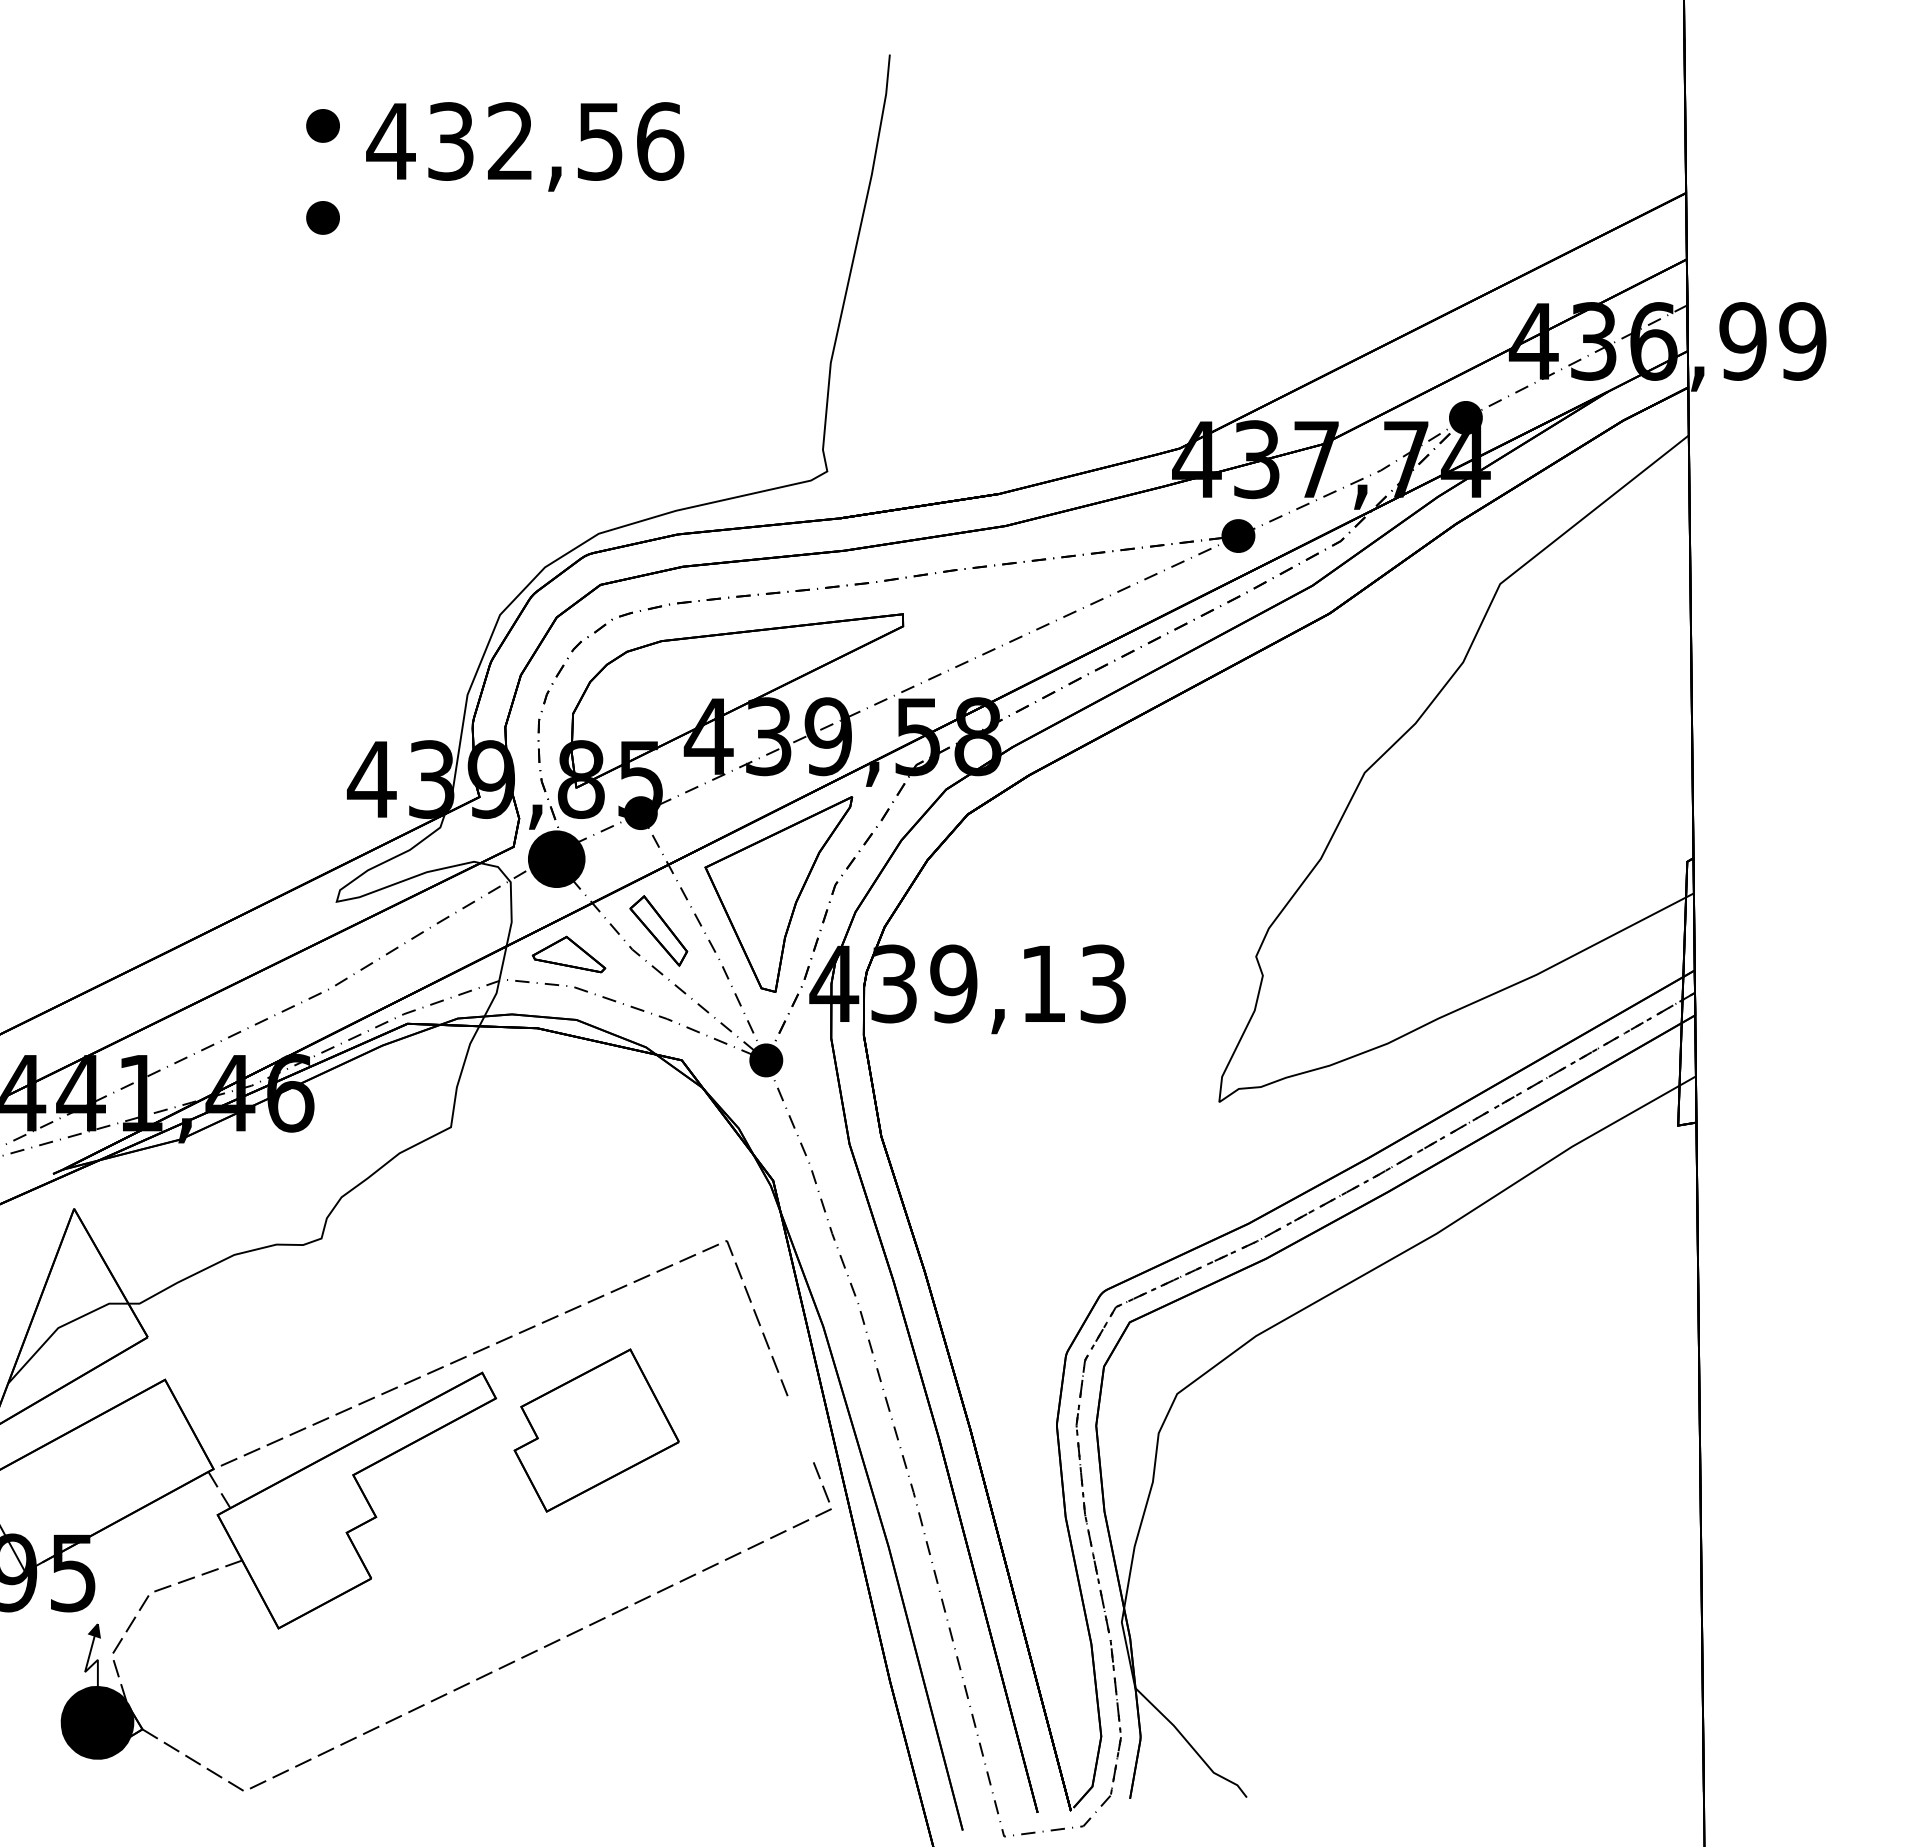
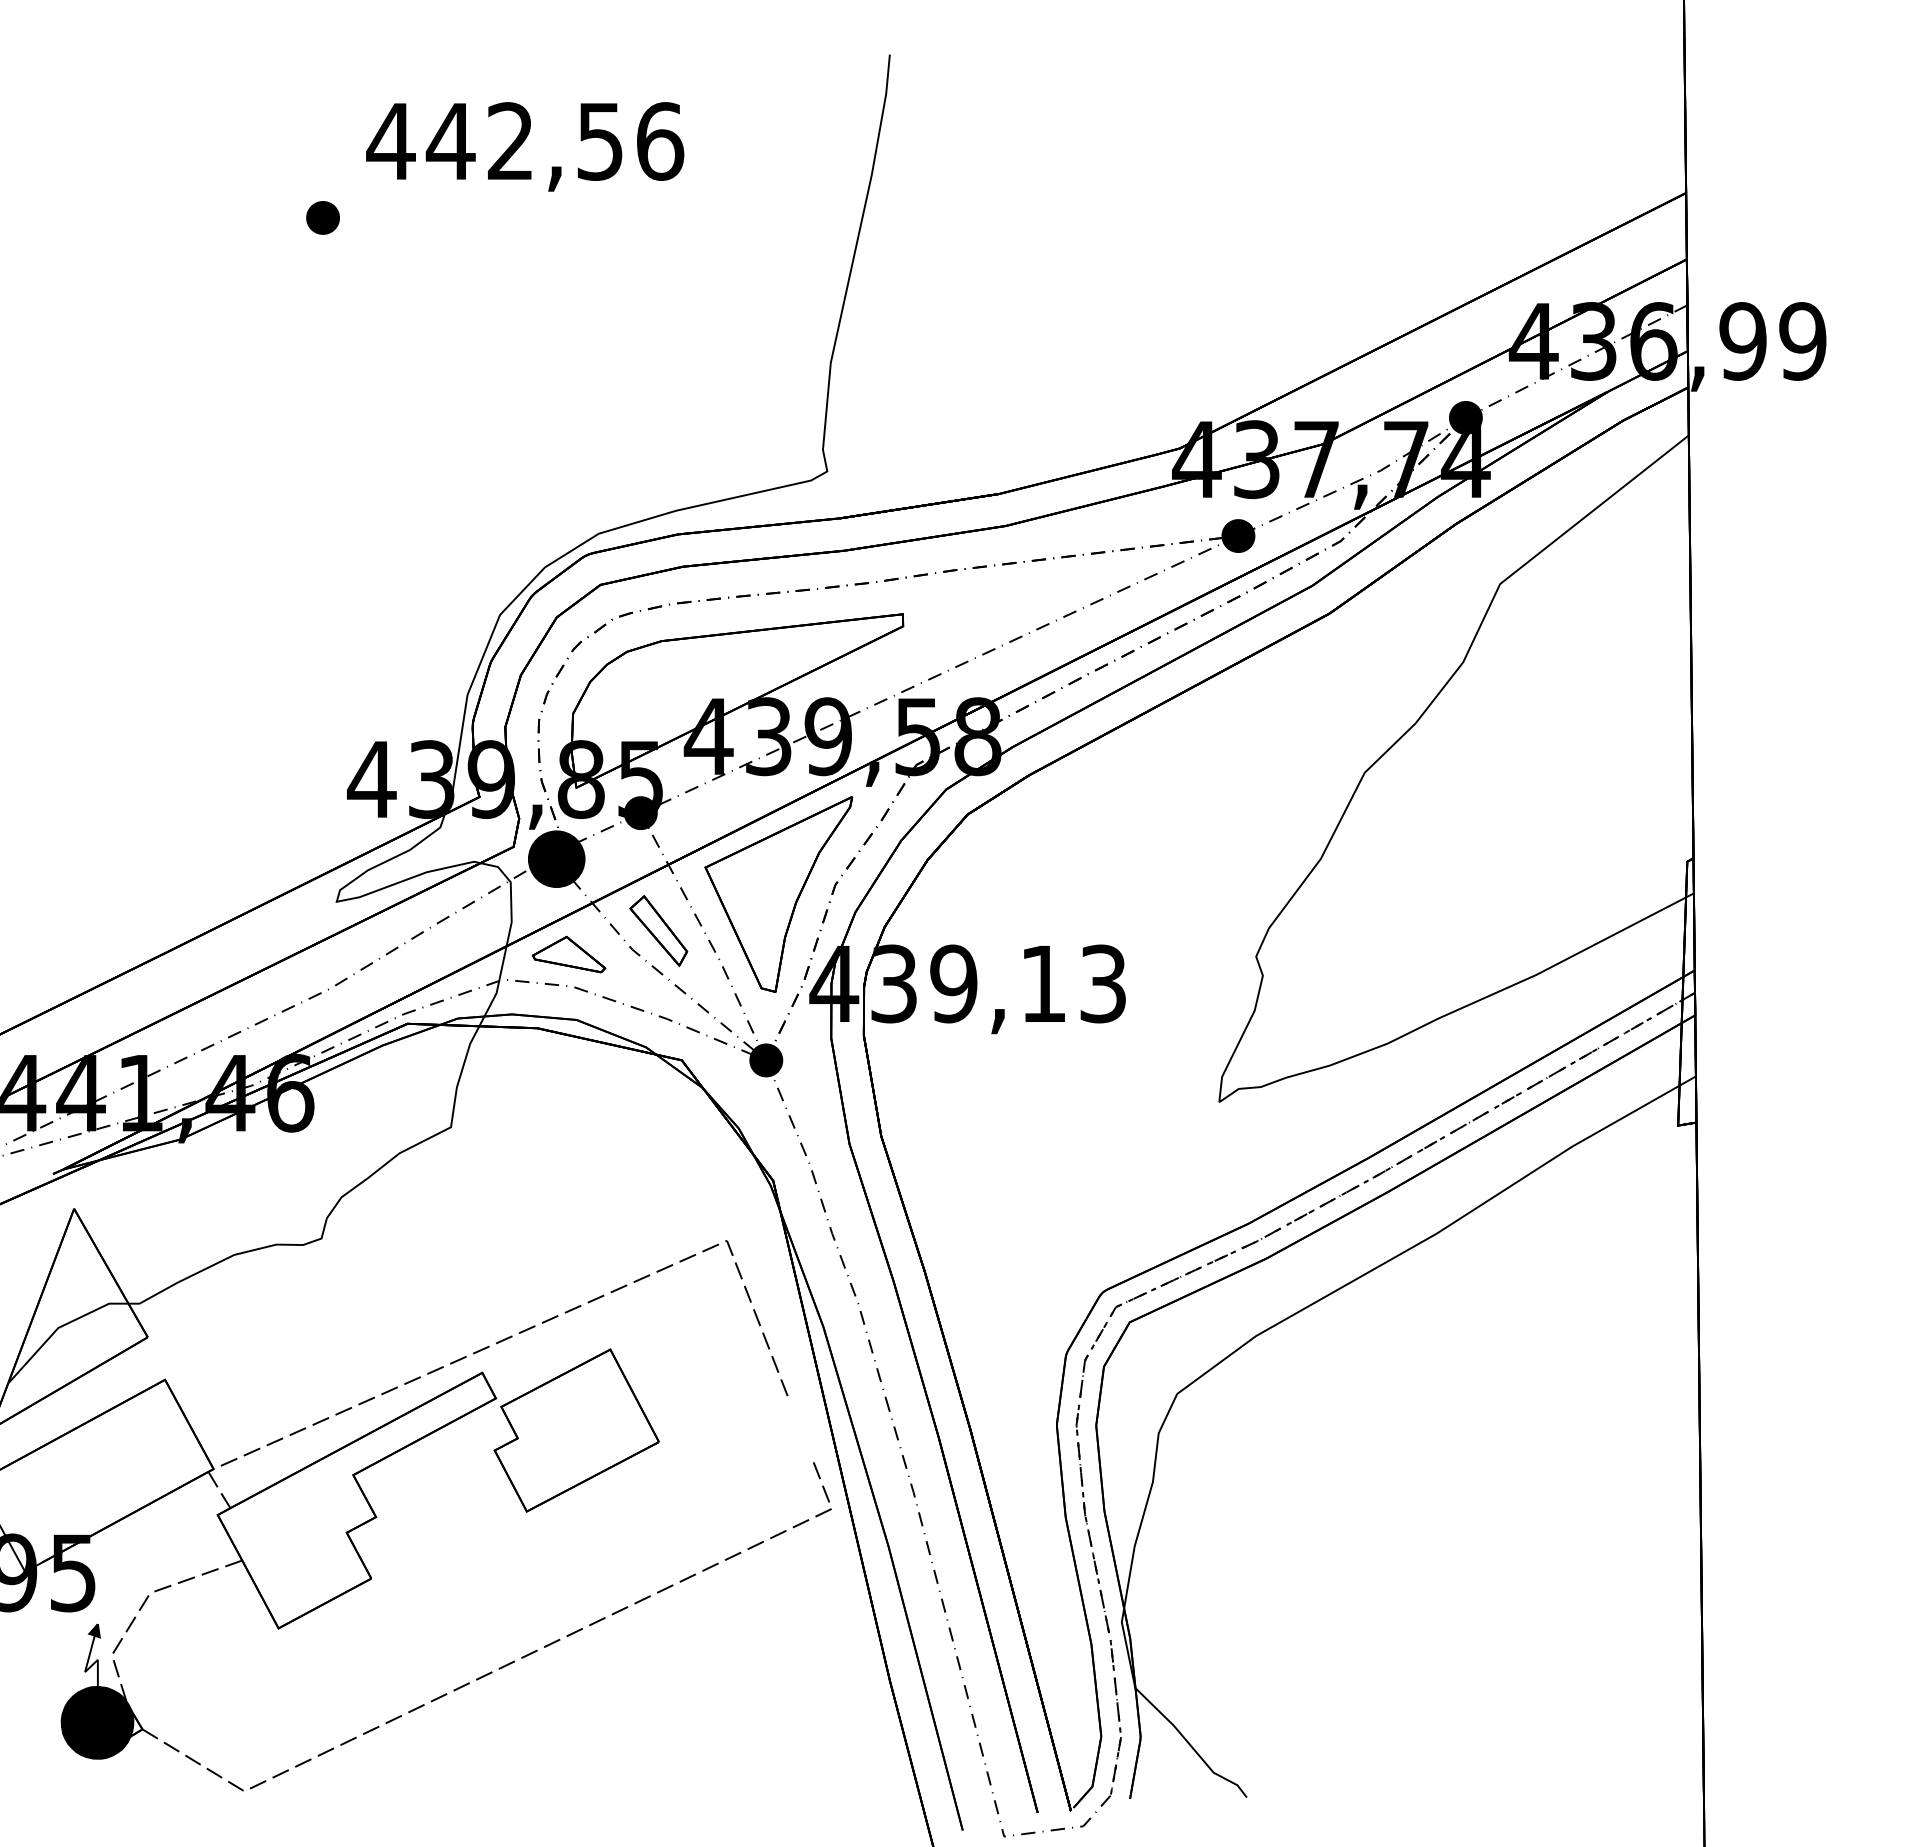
part at (322, 125): present -> none
text at (450, 141): 432,56 -> 442,56
part at (596, 1430) position: (596, 1430) -> (576, 1430)
